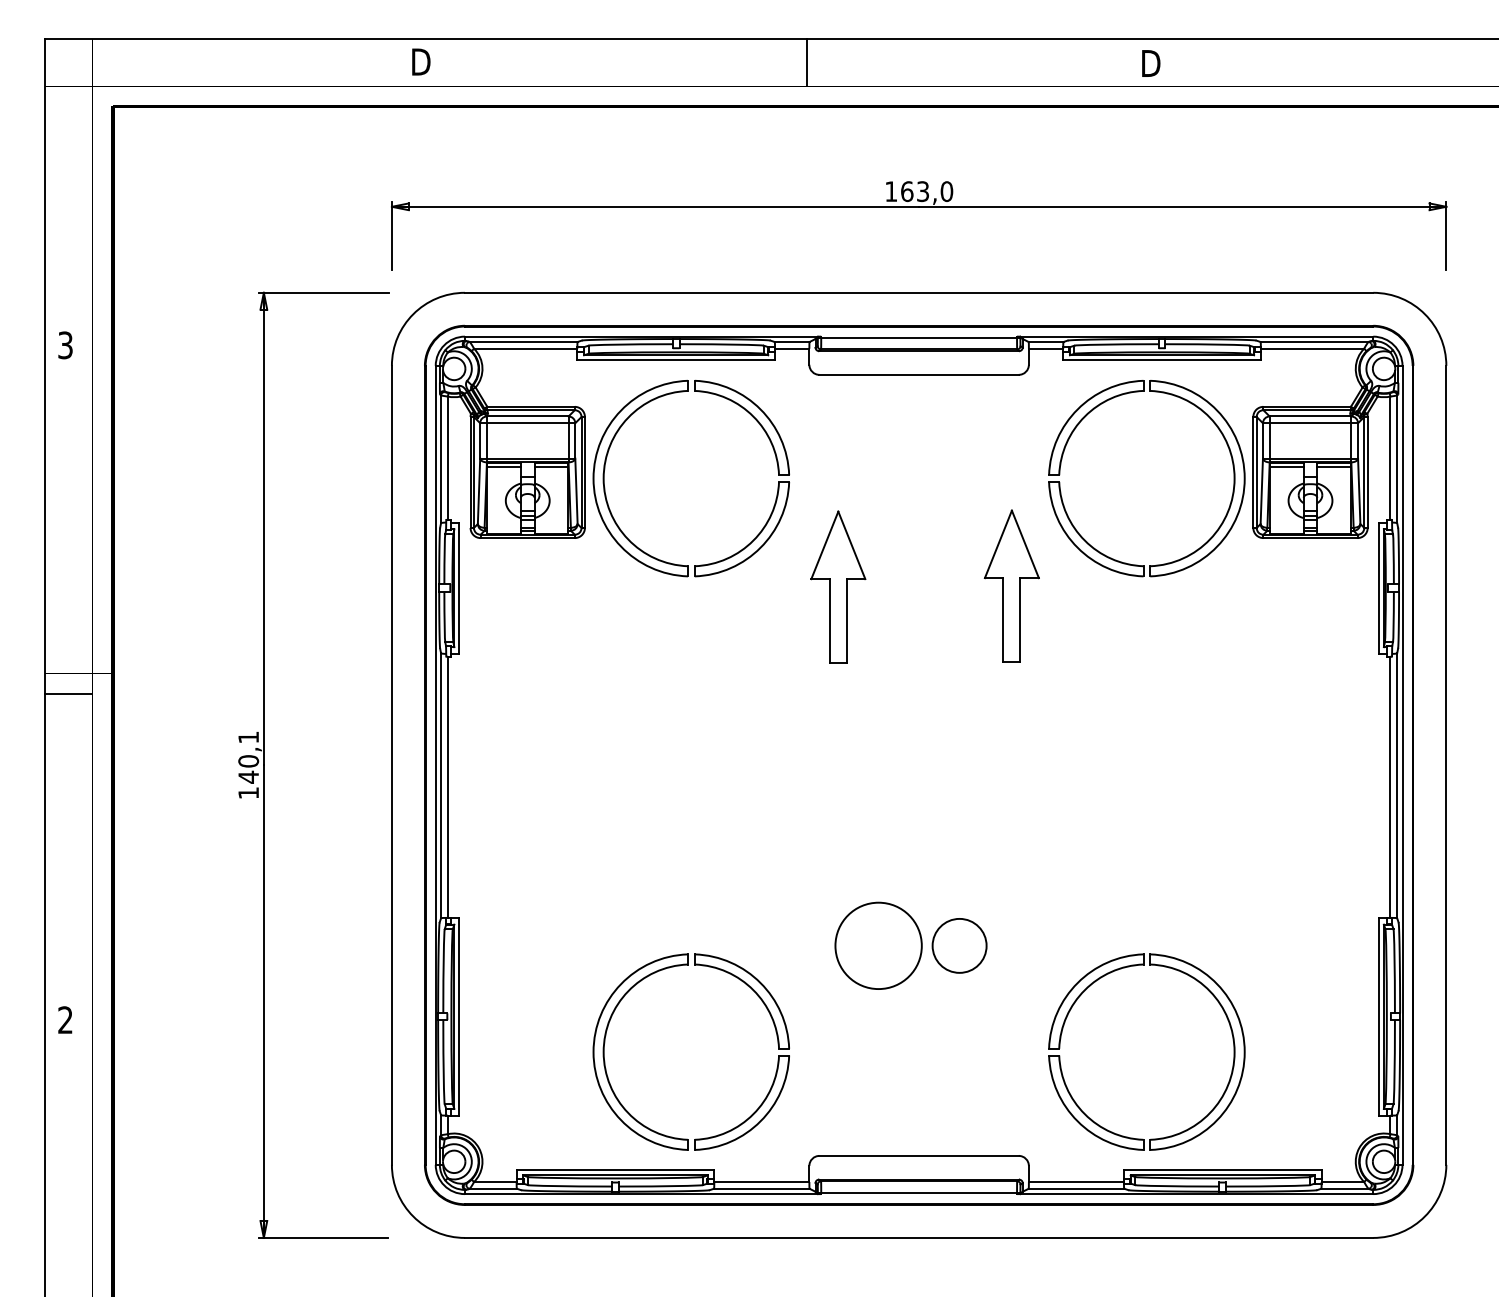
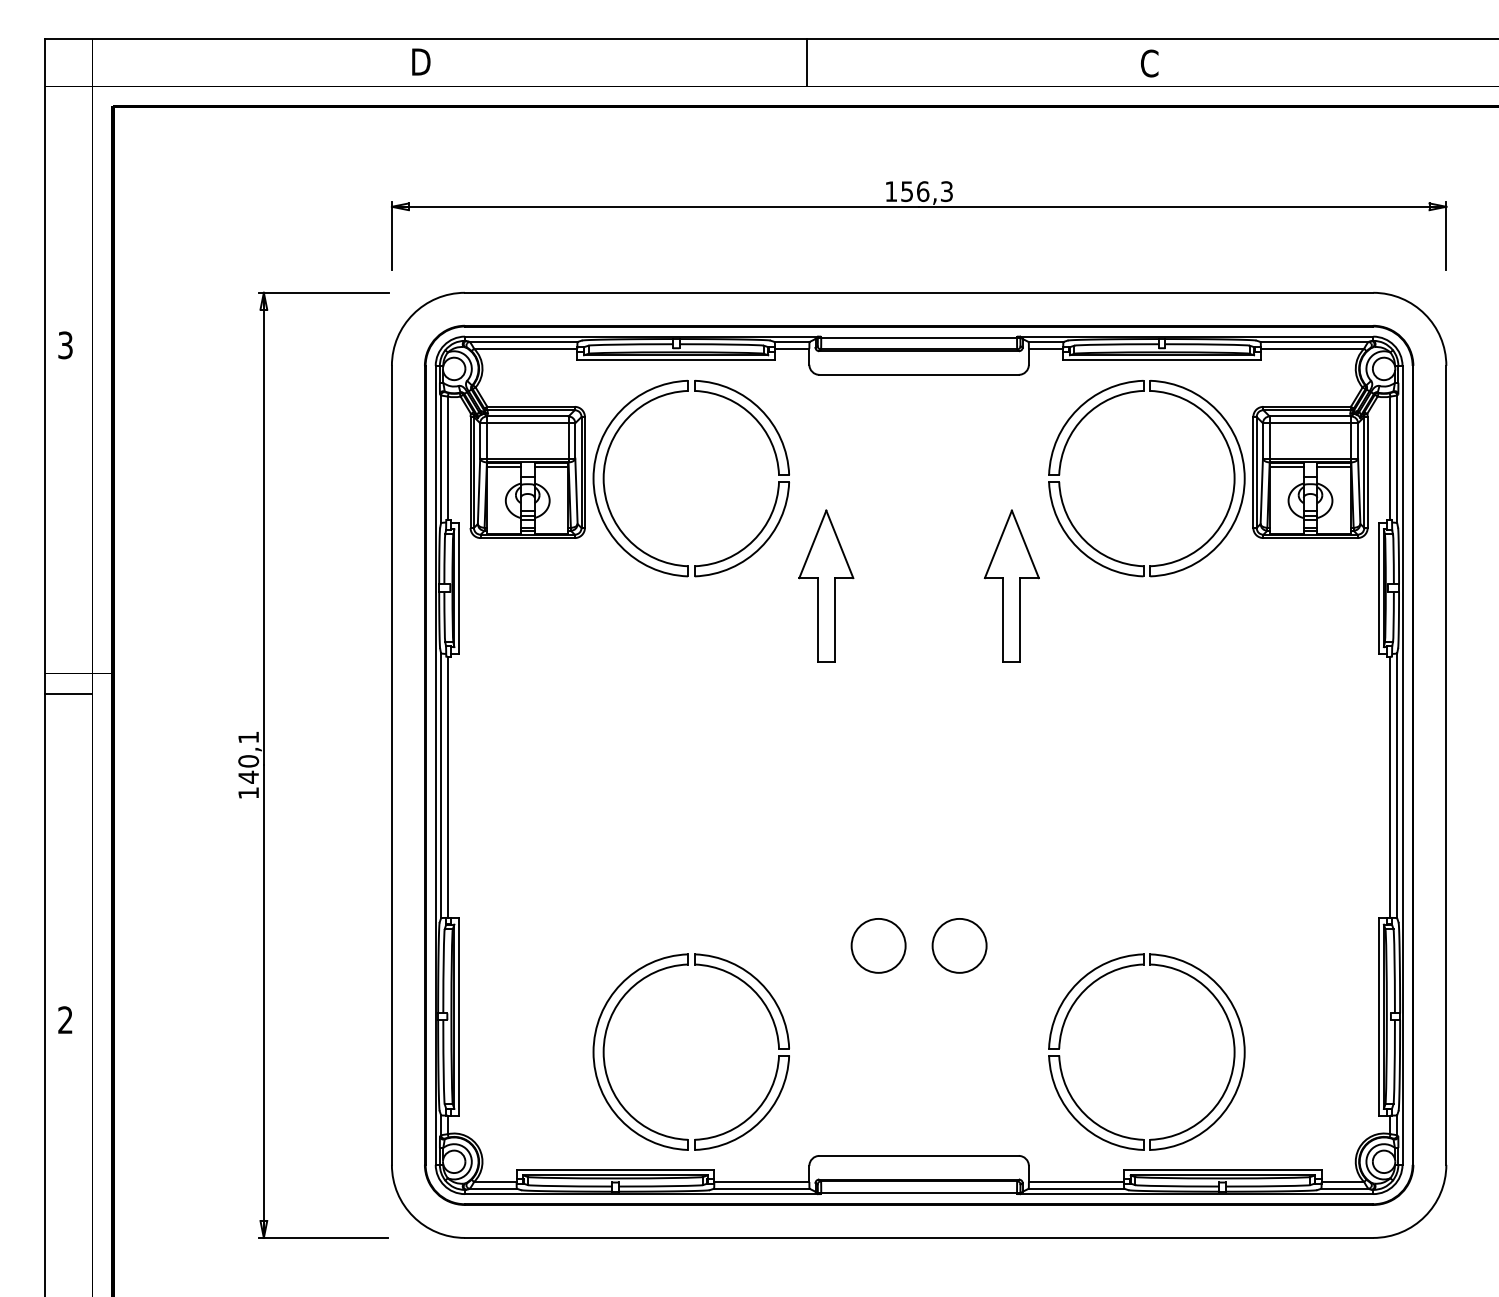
text at (1150, 63): D -> C
text at (927, 191): 163,0 -> 156,3
part at (838, 586) position: (838, 586) -> (826, 585)
circle at (878, 945) diameter: 86 px -> 54 px
